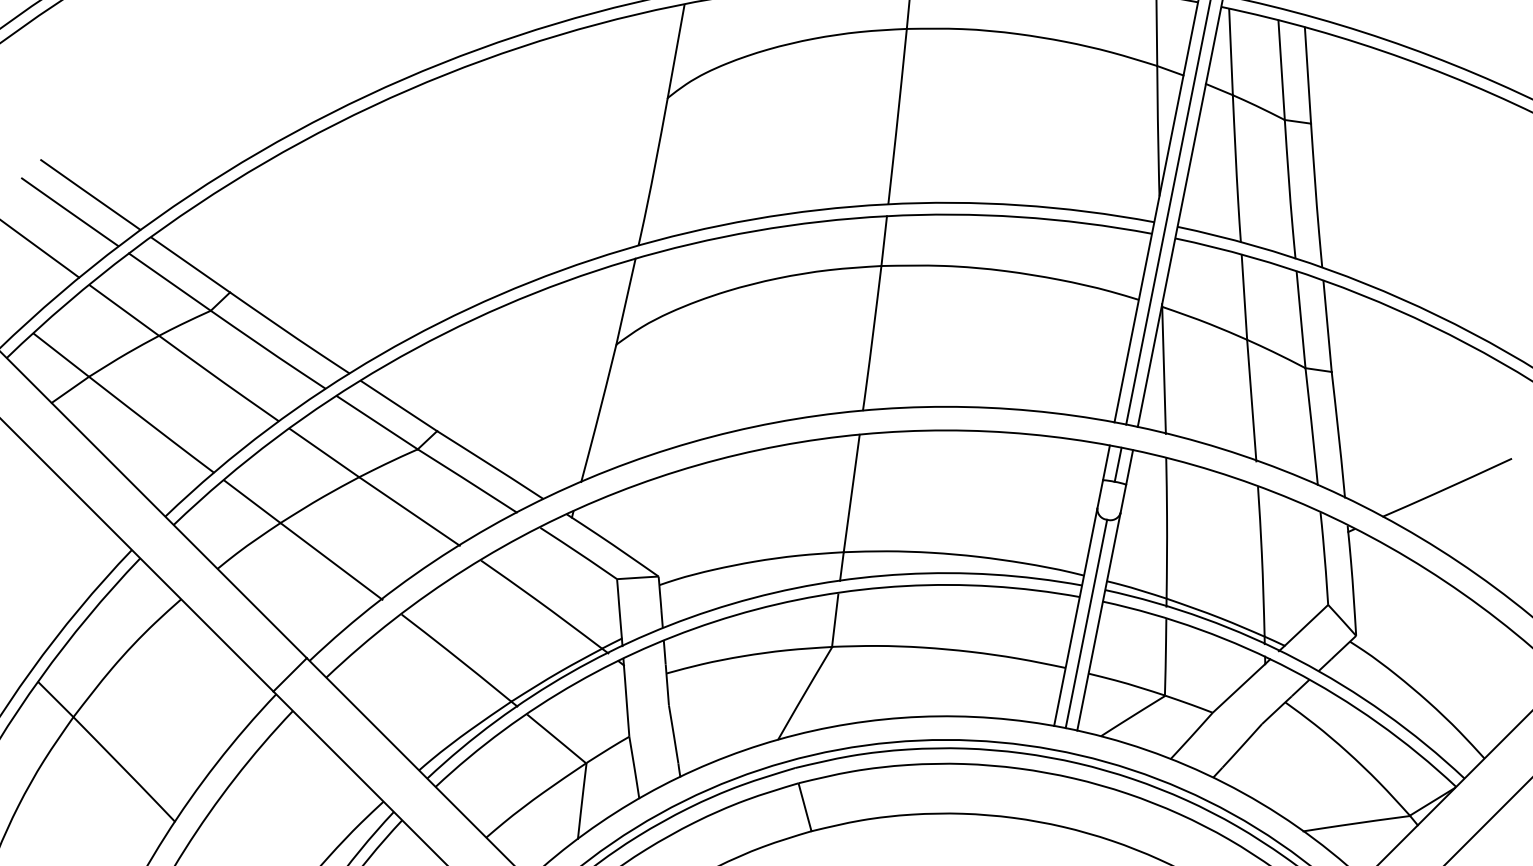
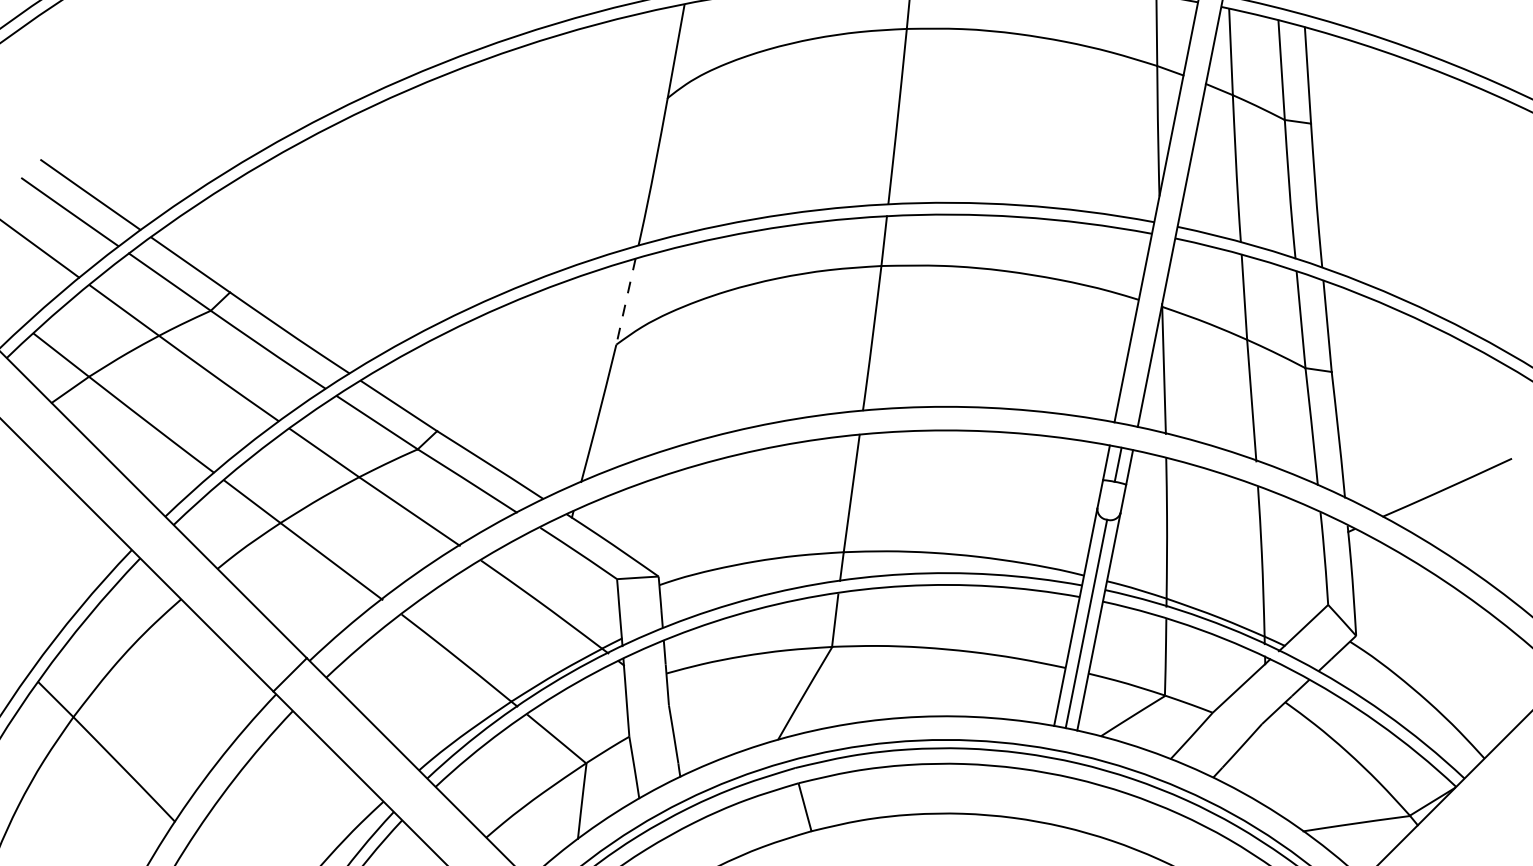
line at (1168, 213): present -> none
line at (625, 302): solid -> dashed
line at (1487, 821): present -> none
